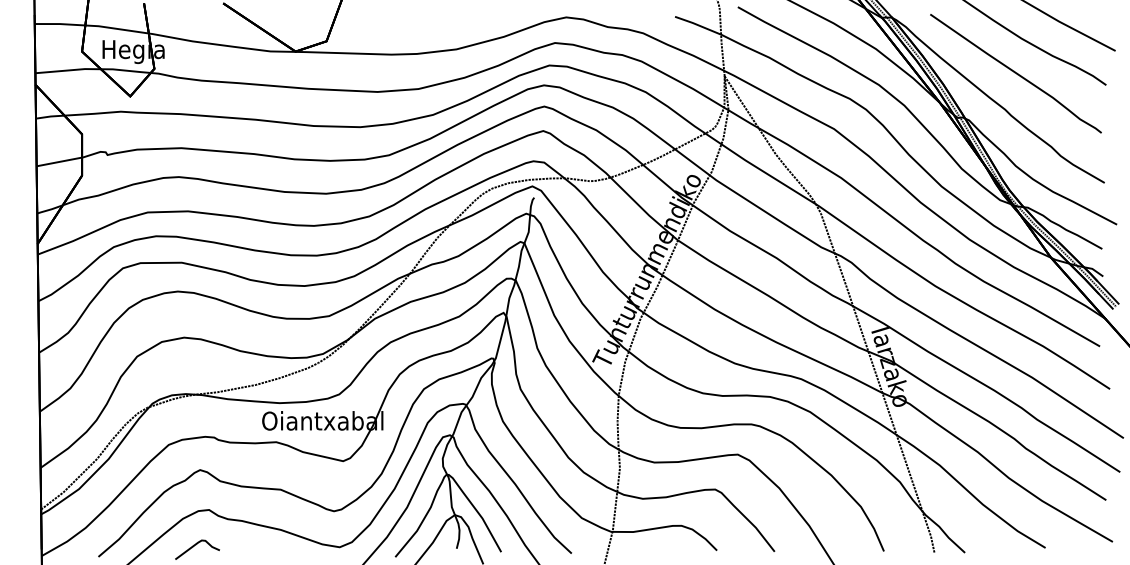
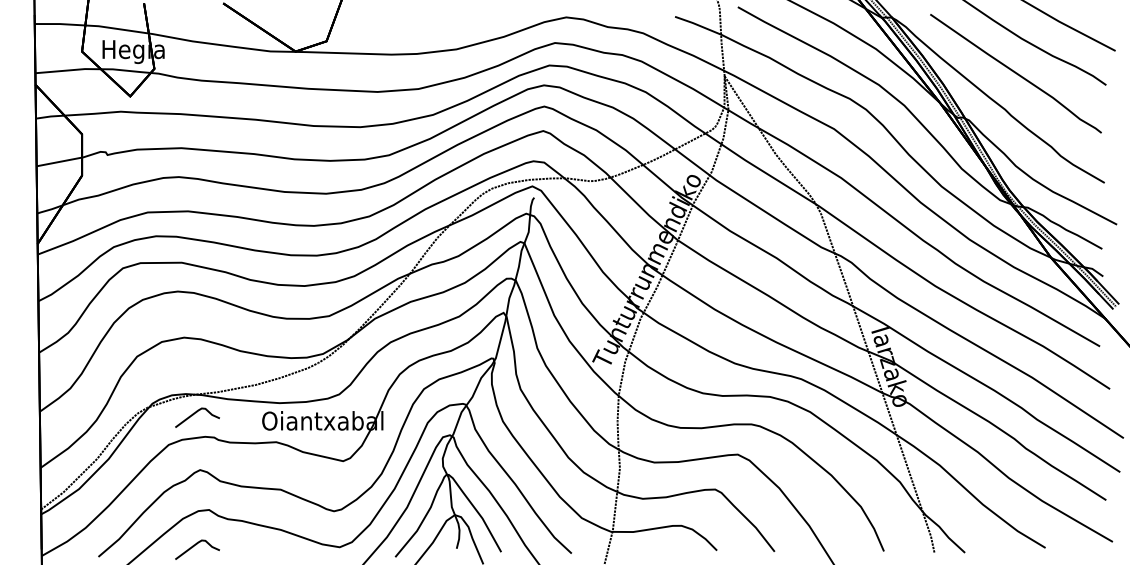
curve at (196, 413): none -> present
